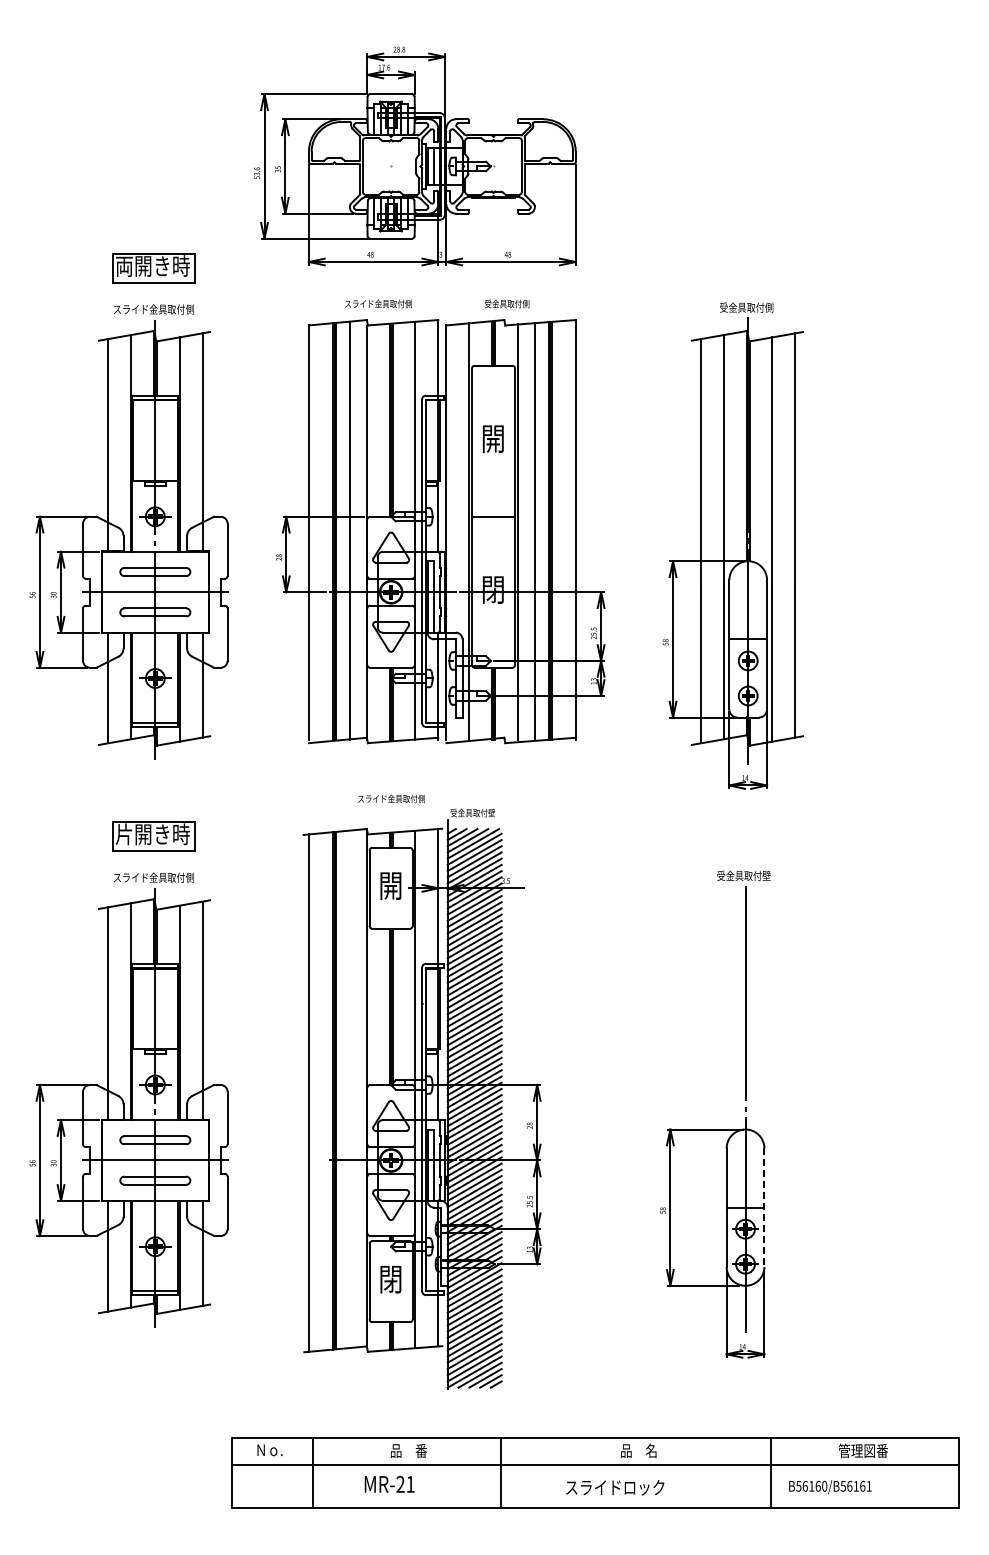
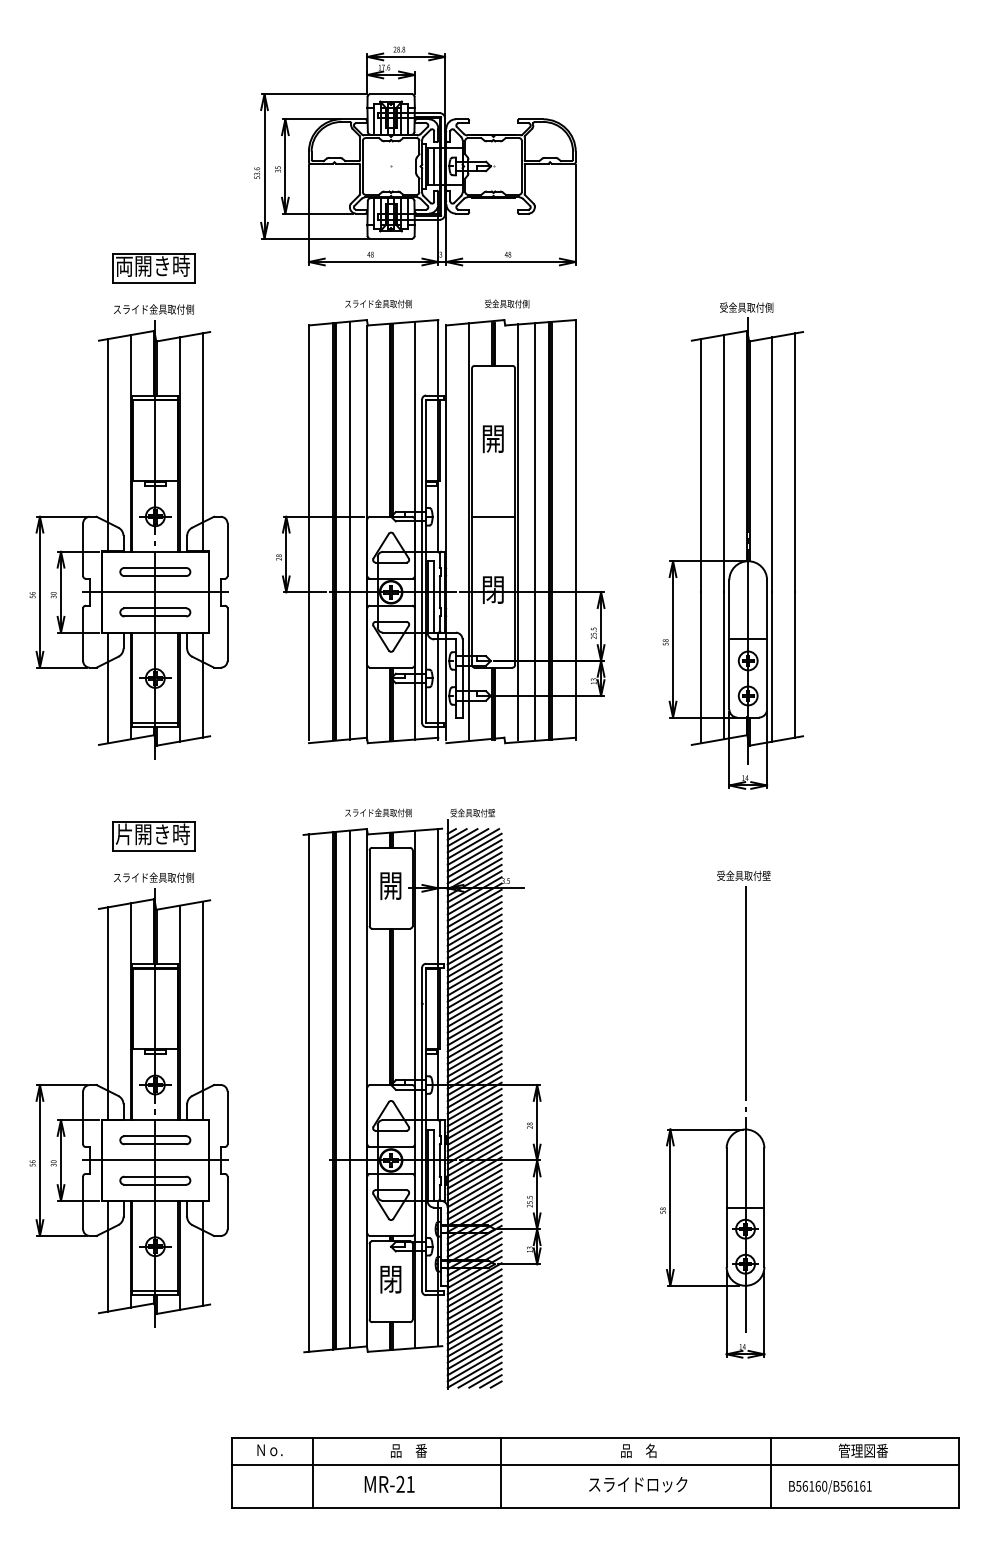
text at (391, 798) position: (391, 798) -> (378, 812)
line at (349, 1089): none -> present
line at (764, 1208): dashed -> solid
text at (615, 1487) position: (615, 1487) -> (638, 1484)
